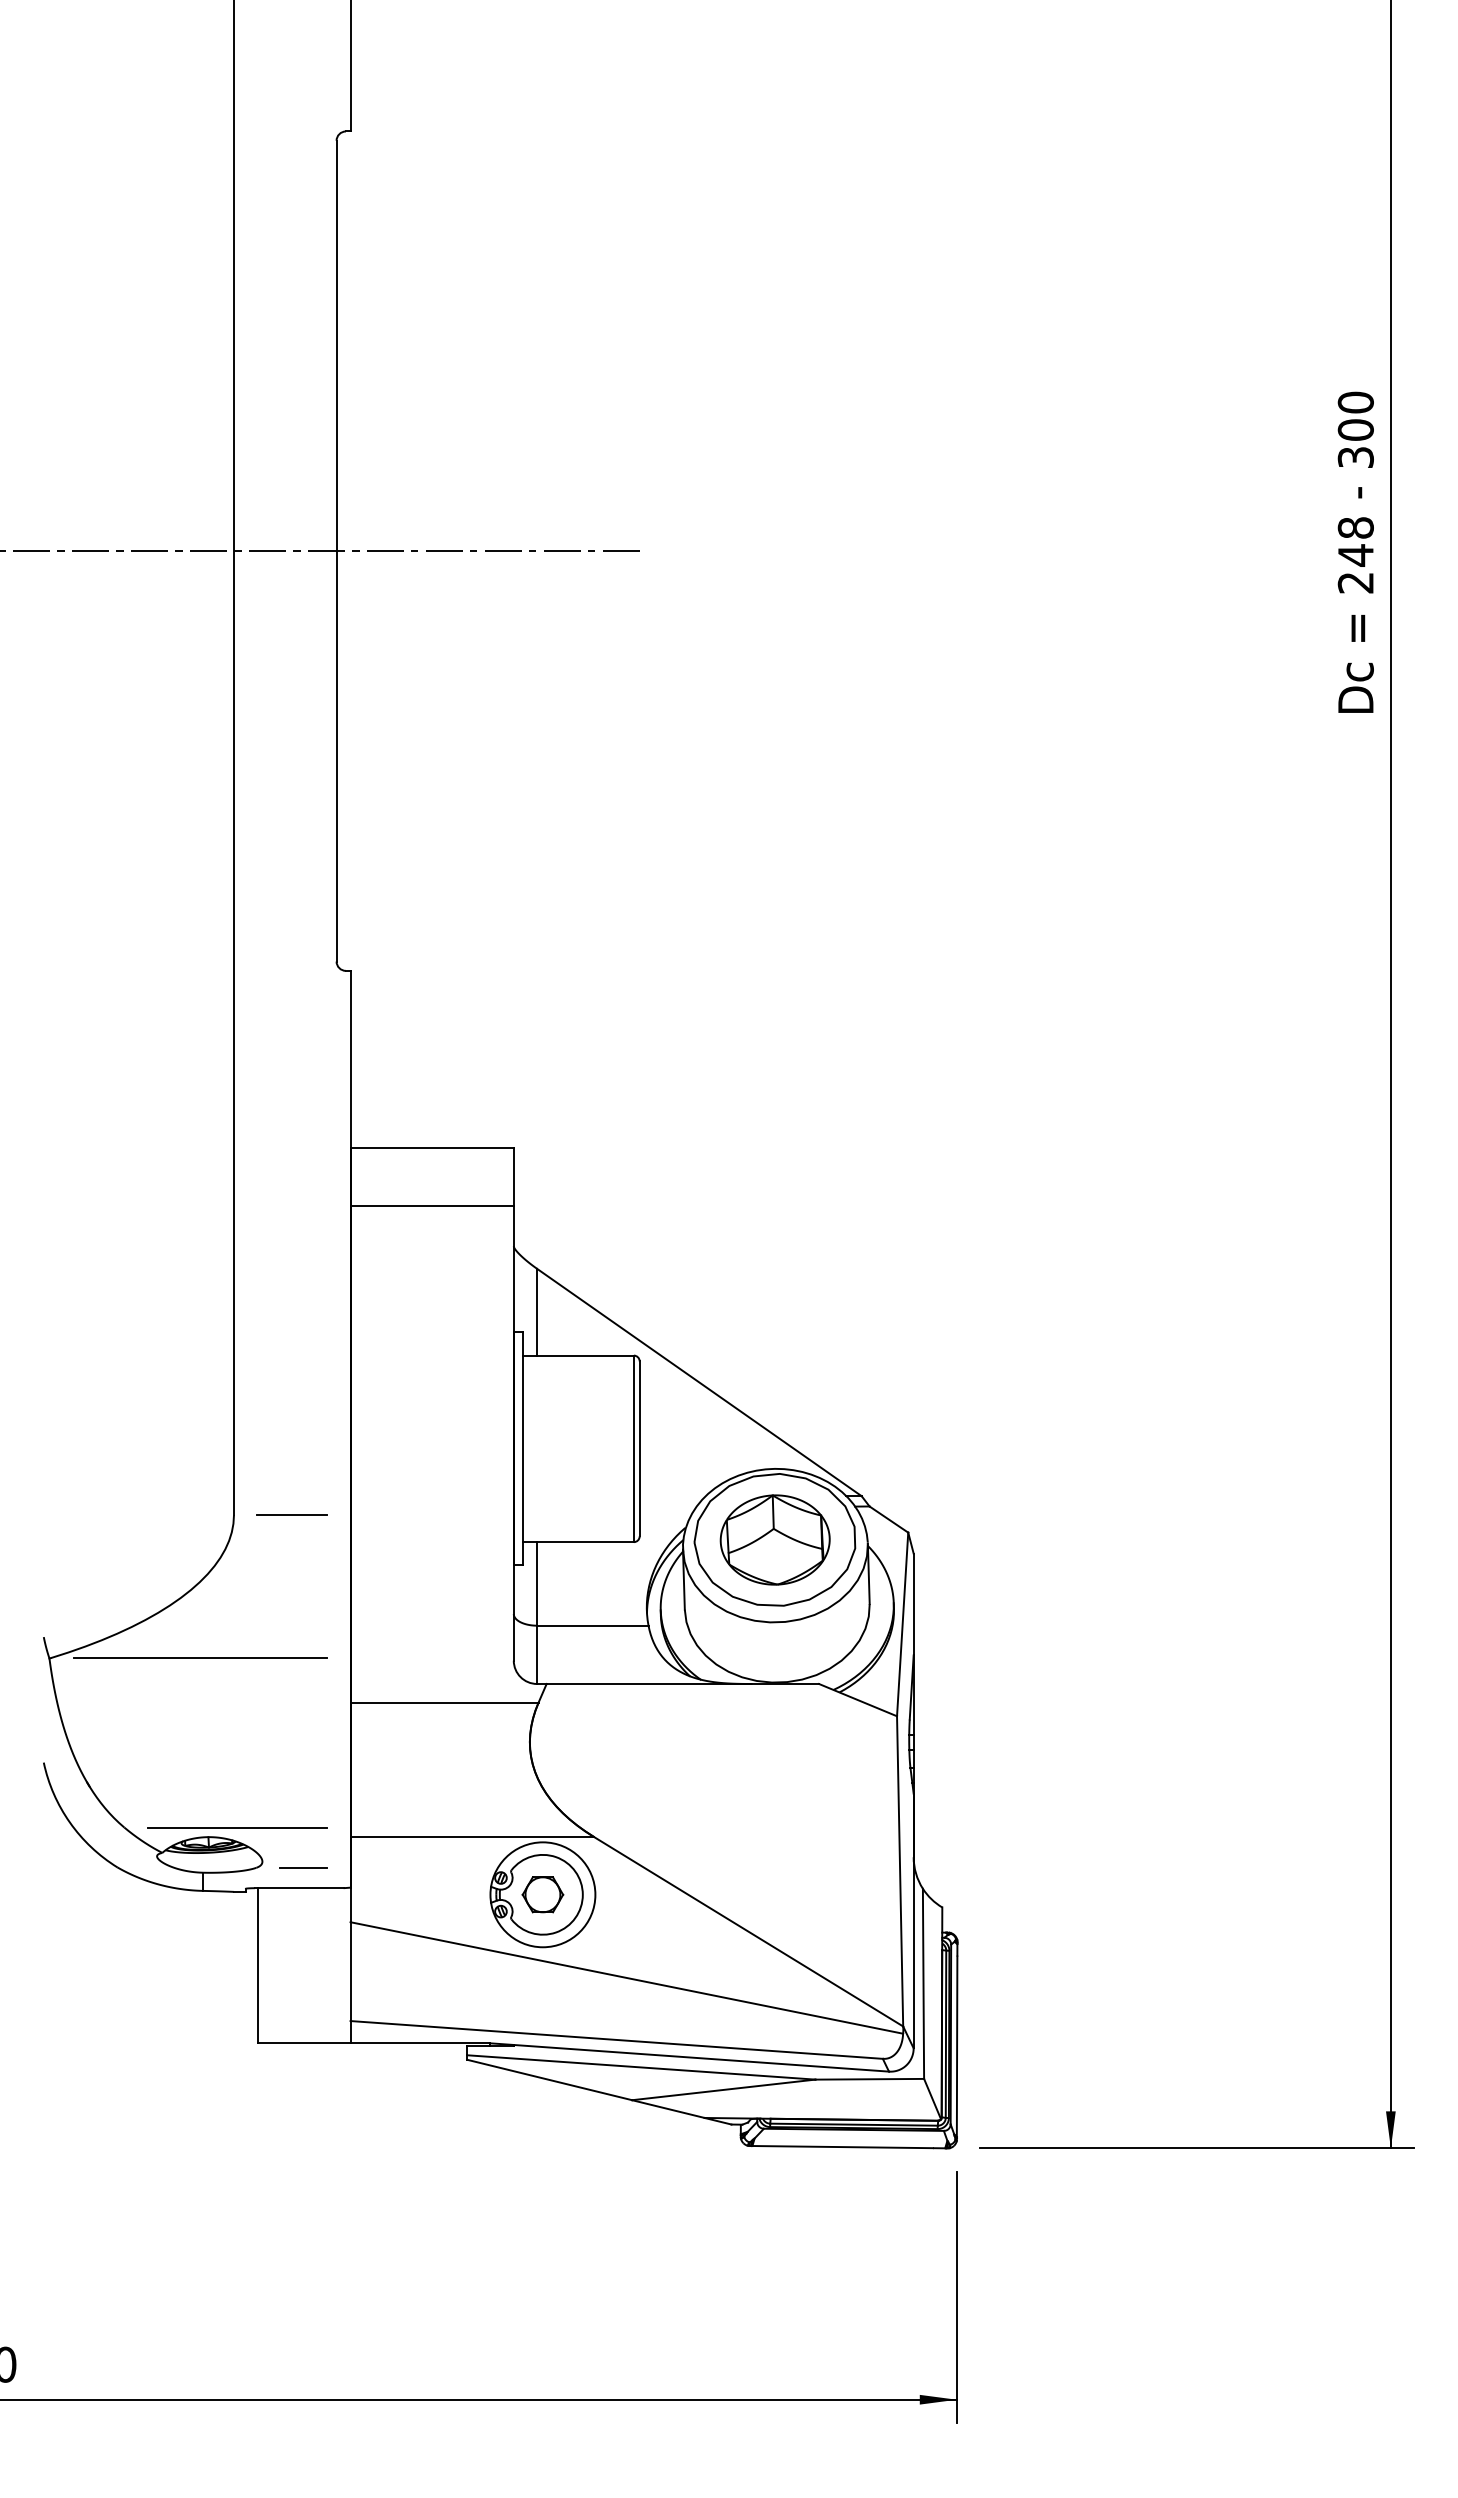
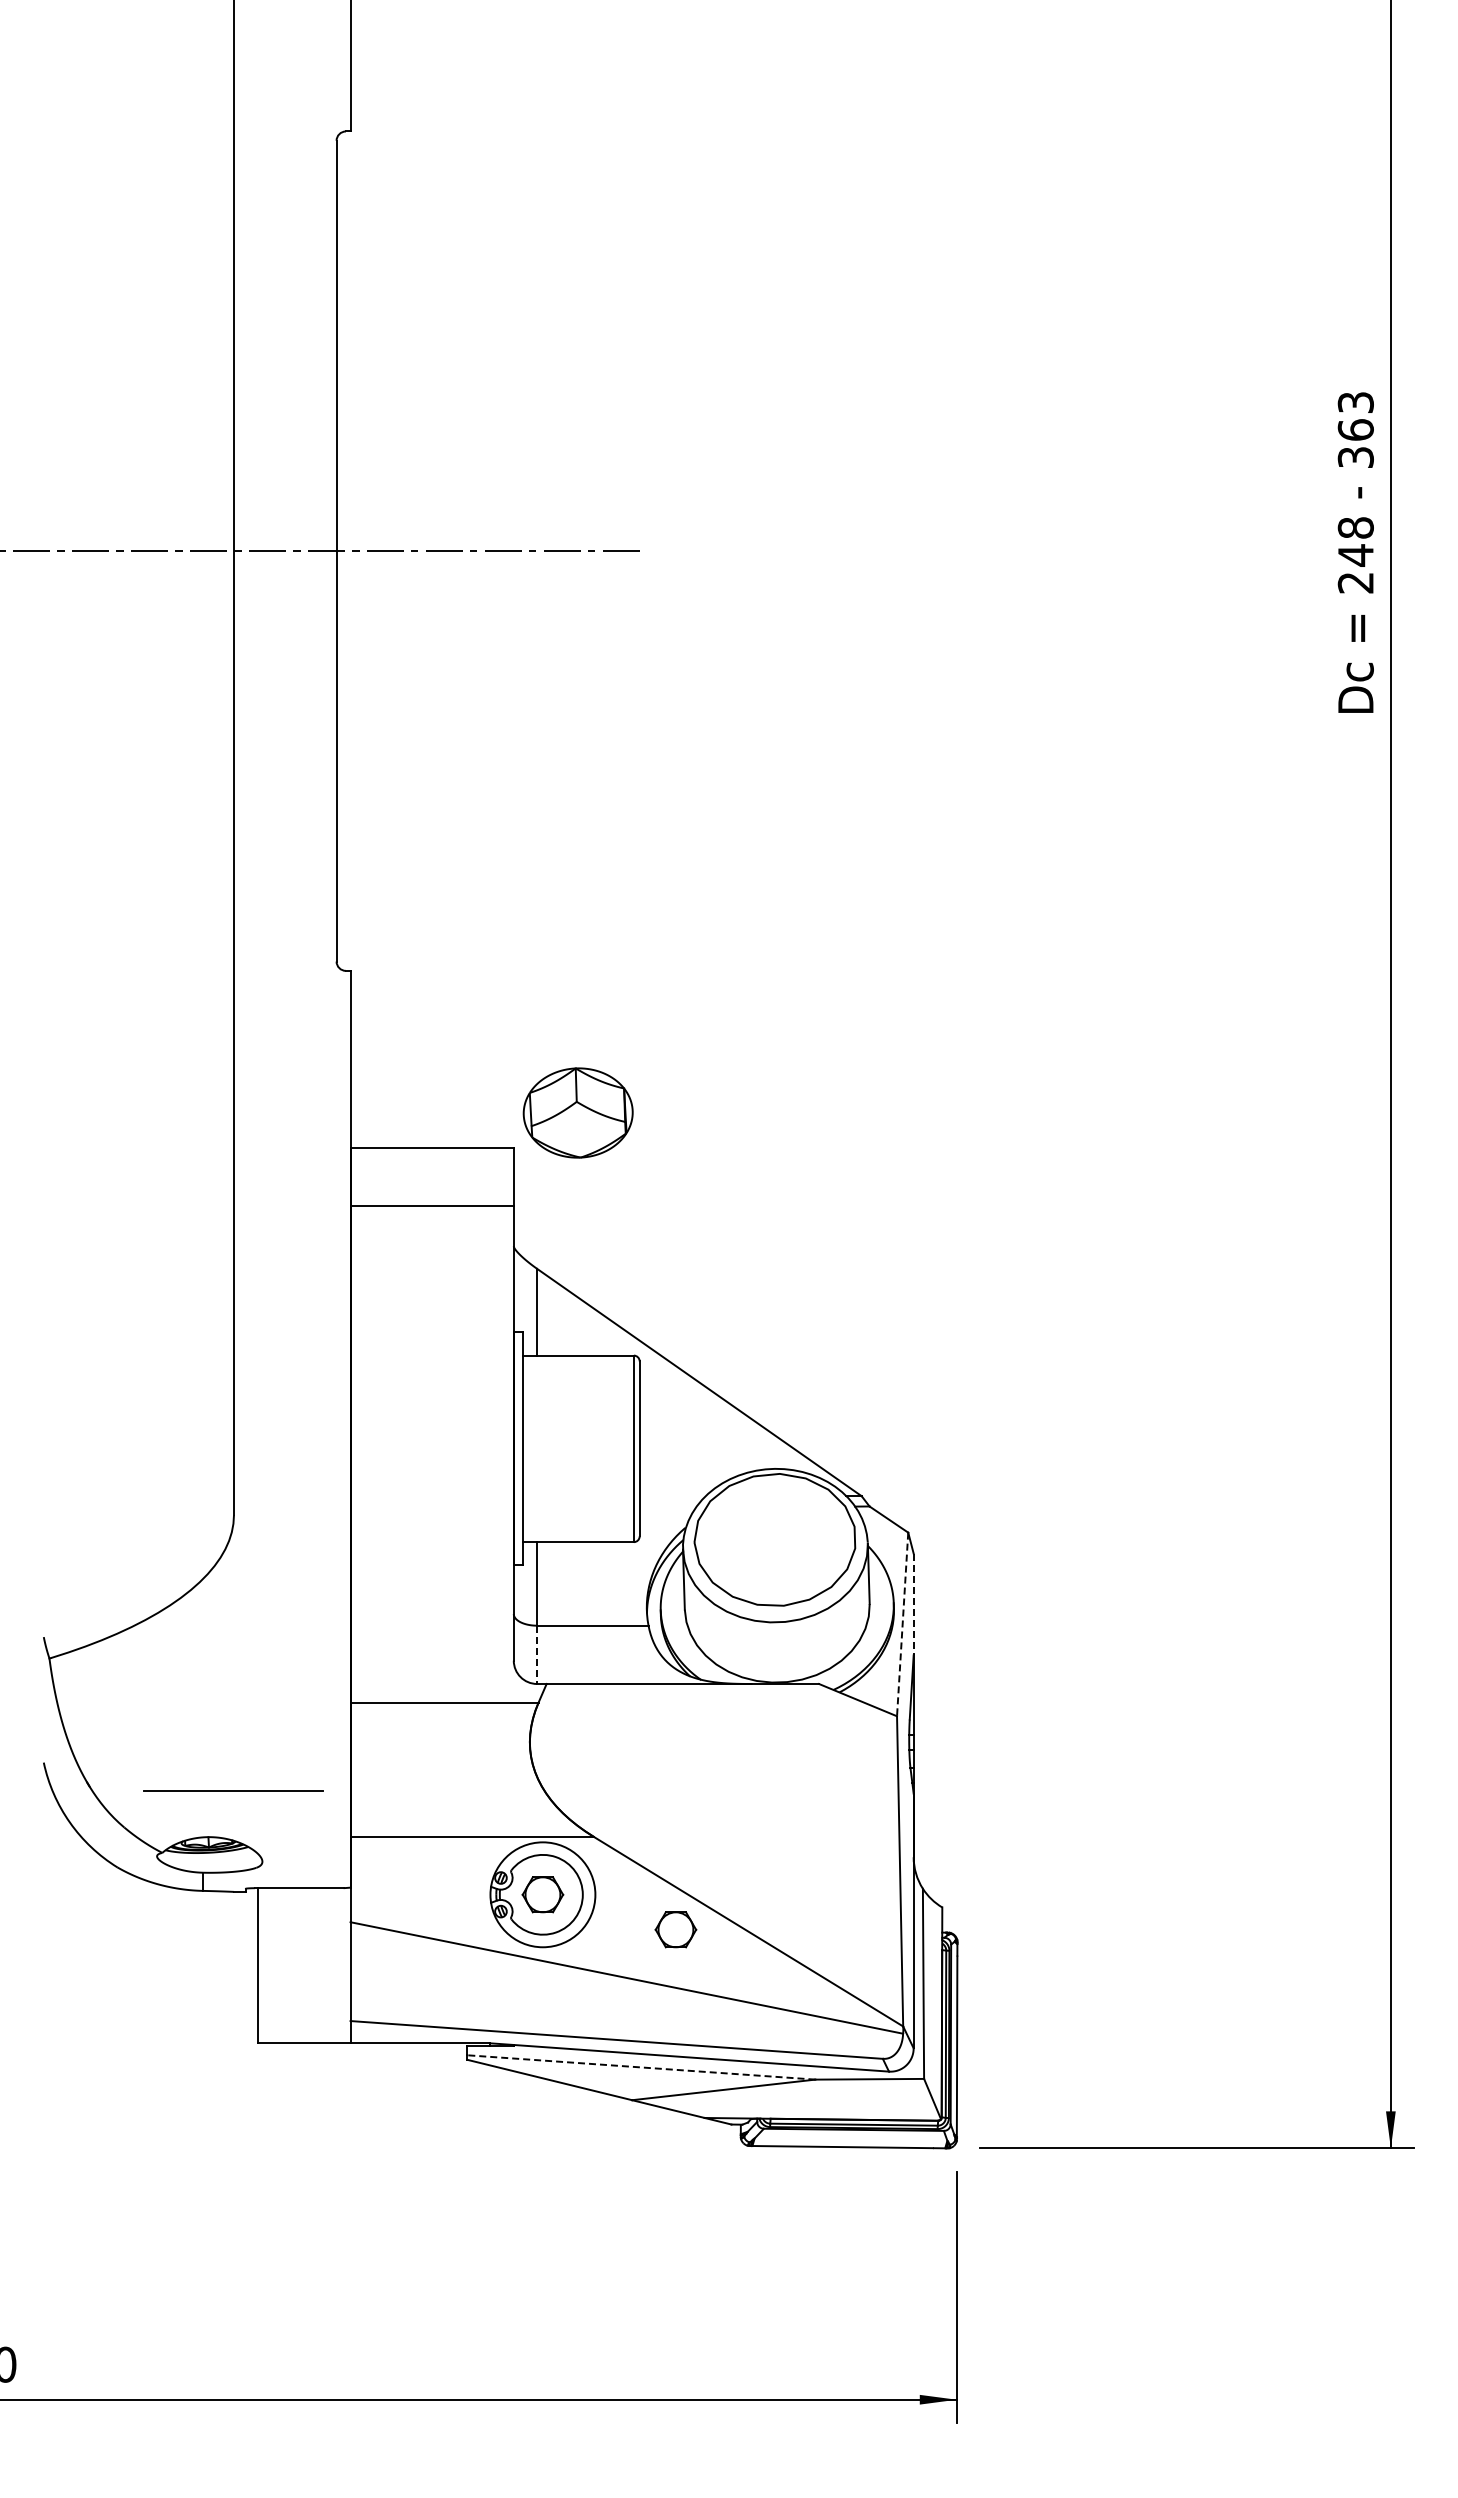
text at (1355, 415): 300 -> 363
line at (292, 1515): present -> none
part at (774, 1539) position: (774, 1539) -> (577, 1112)
line at (913, 1604): solid -> dashed
line at (902, 1624): solid -> dashed
line at (537, 1655): solid -> dashed
line at (200, 1658): present -> none
line at (237, 1827) position: (237, 1827) -> (233, 1790)
line at (303, 1867): present -> none
part at (675, 1929): none -> present
line at (641, 2067): solid -> dashed
